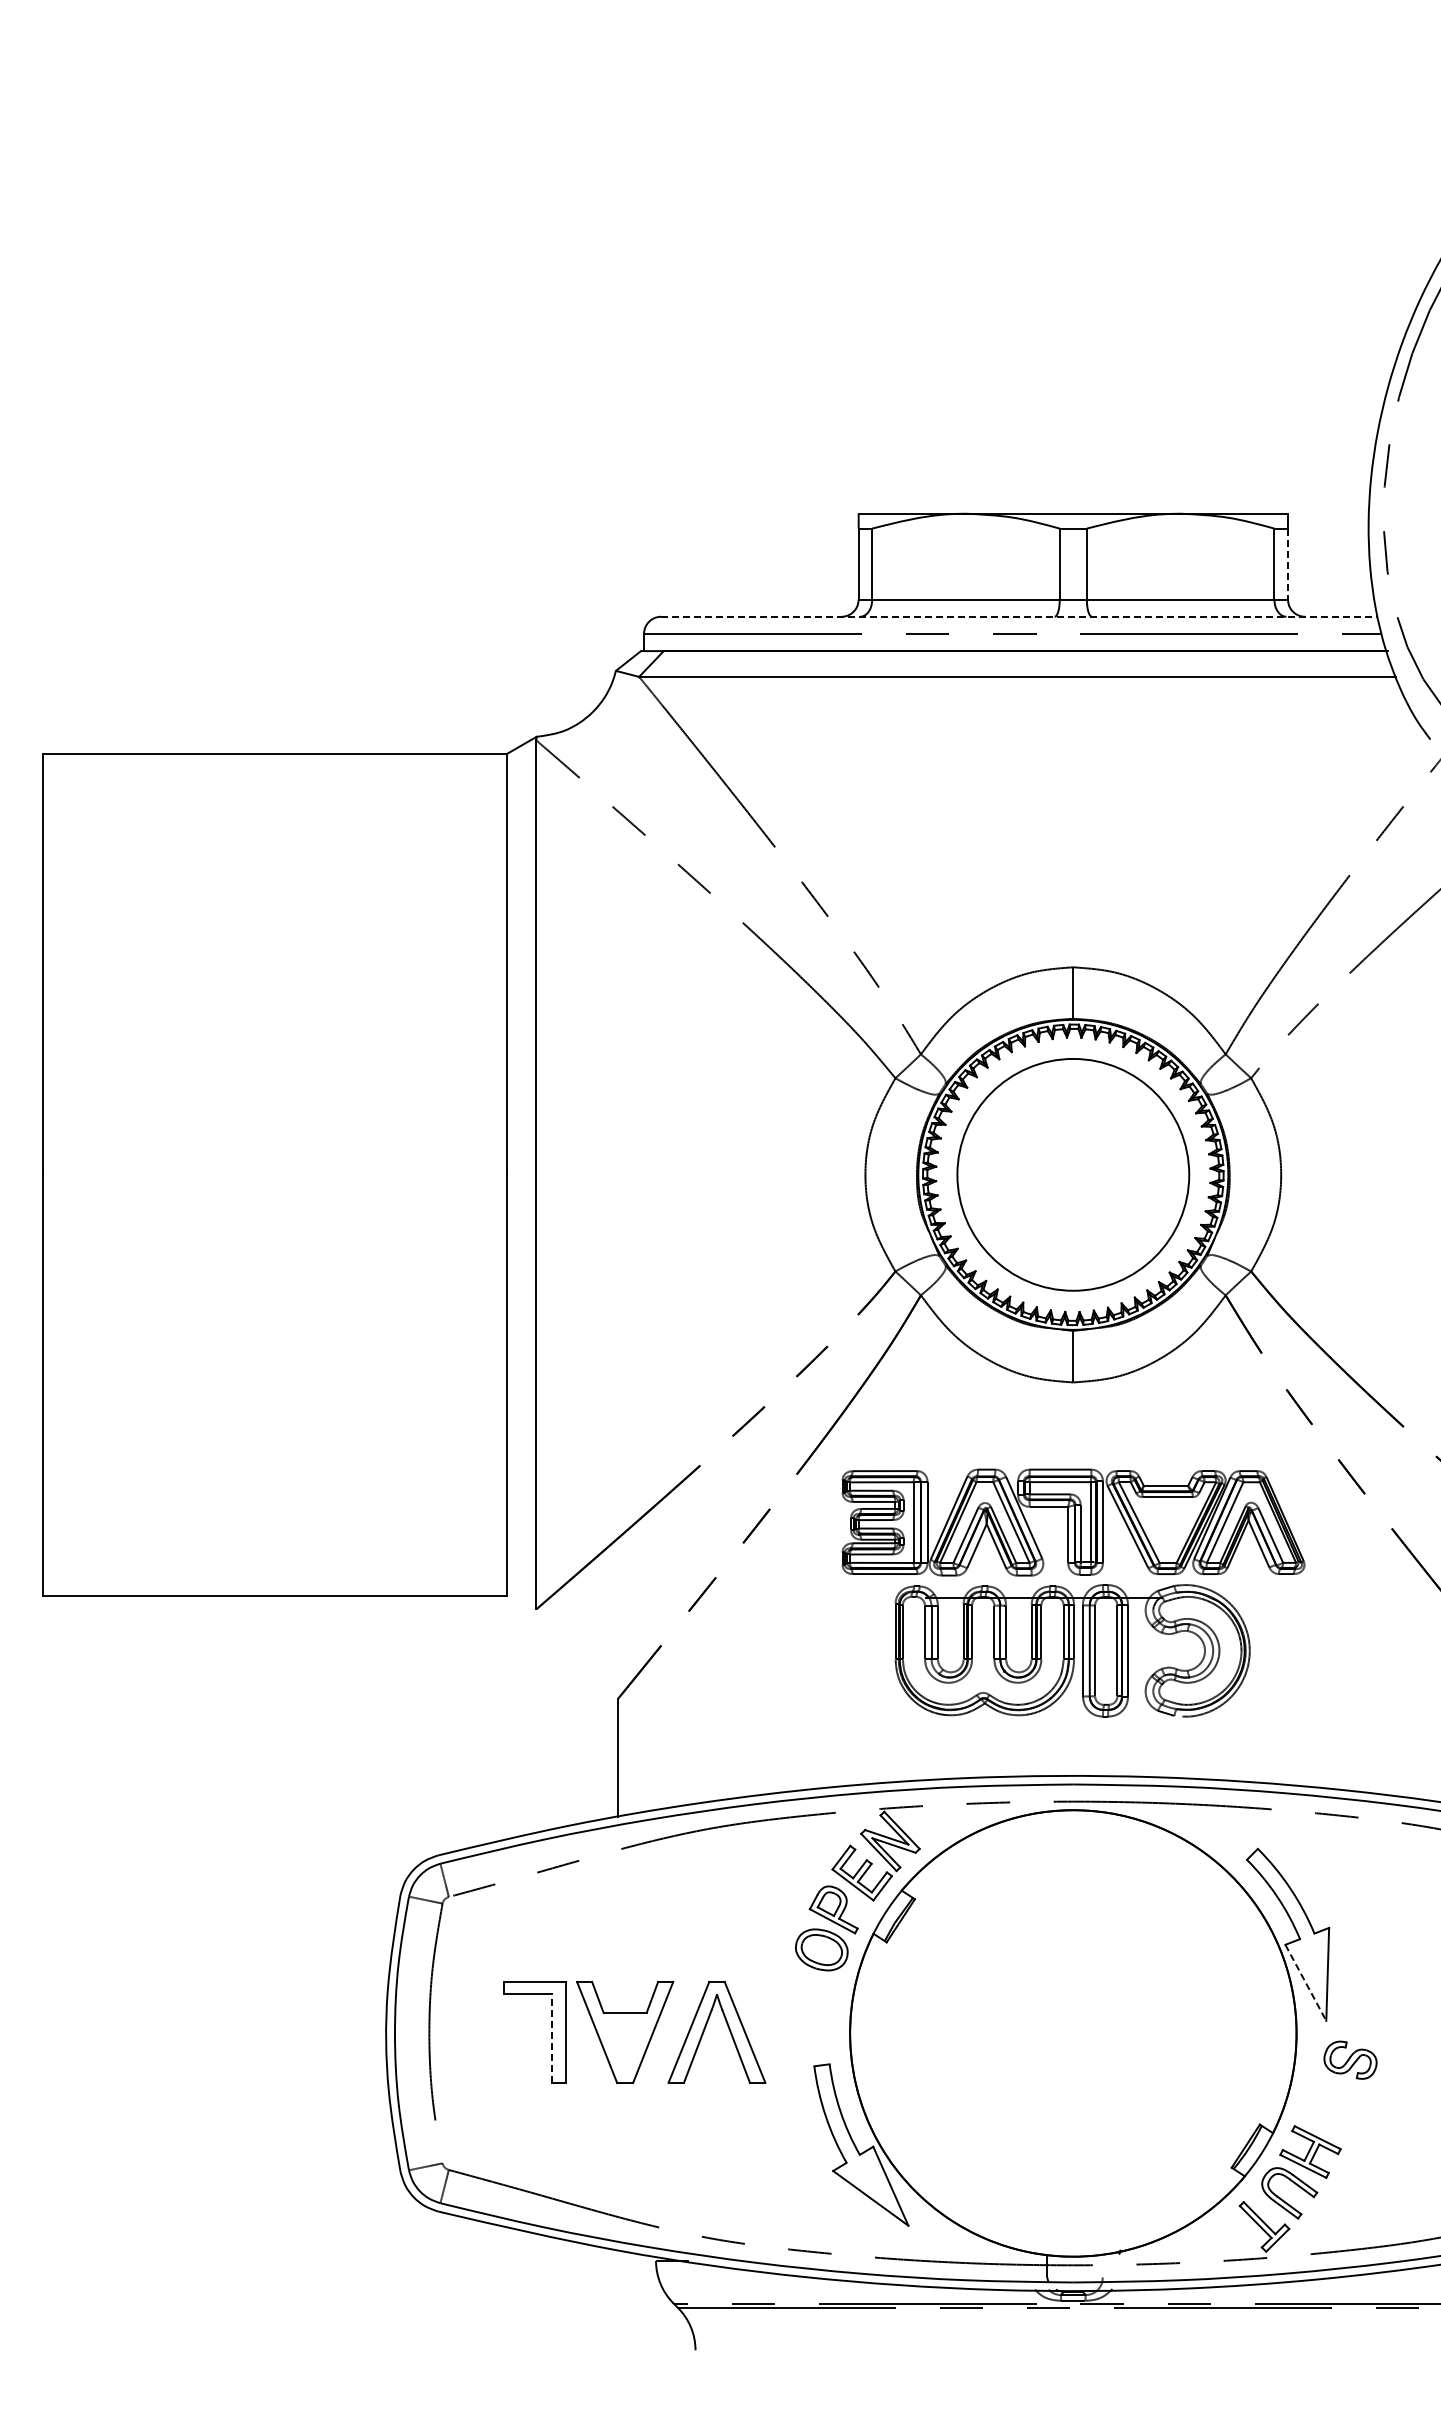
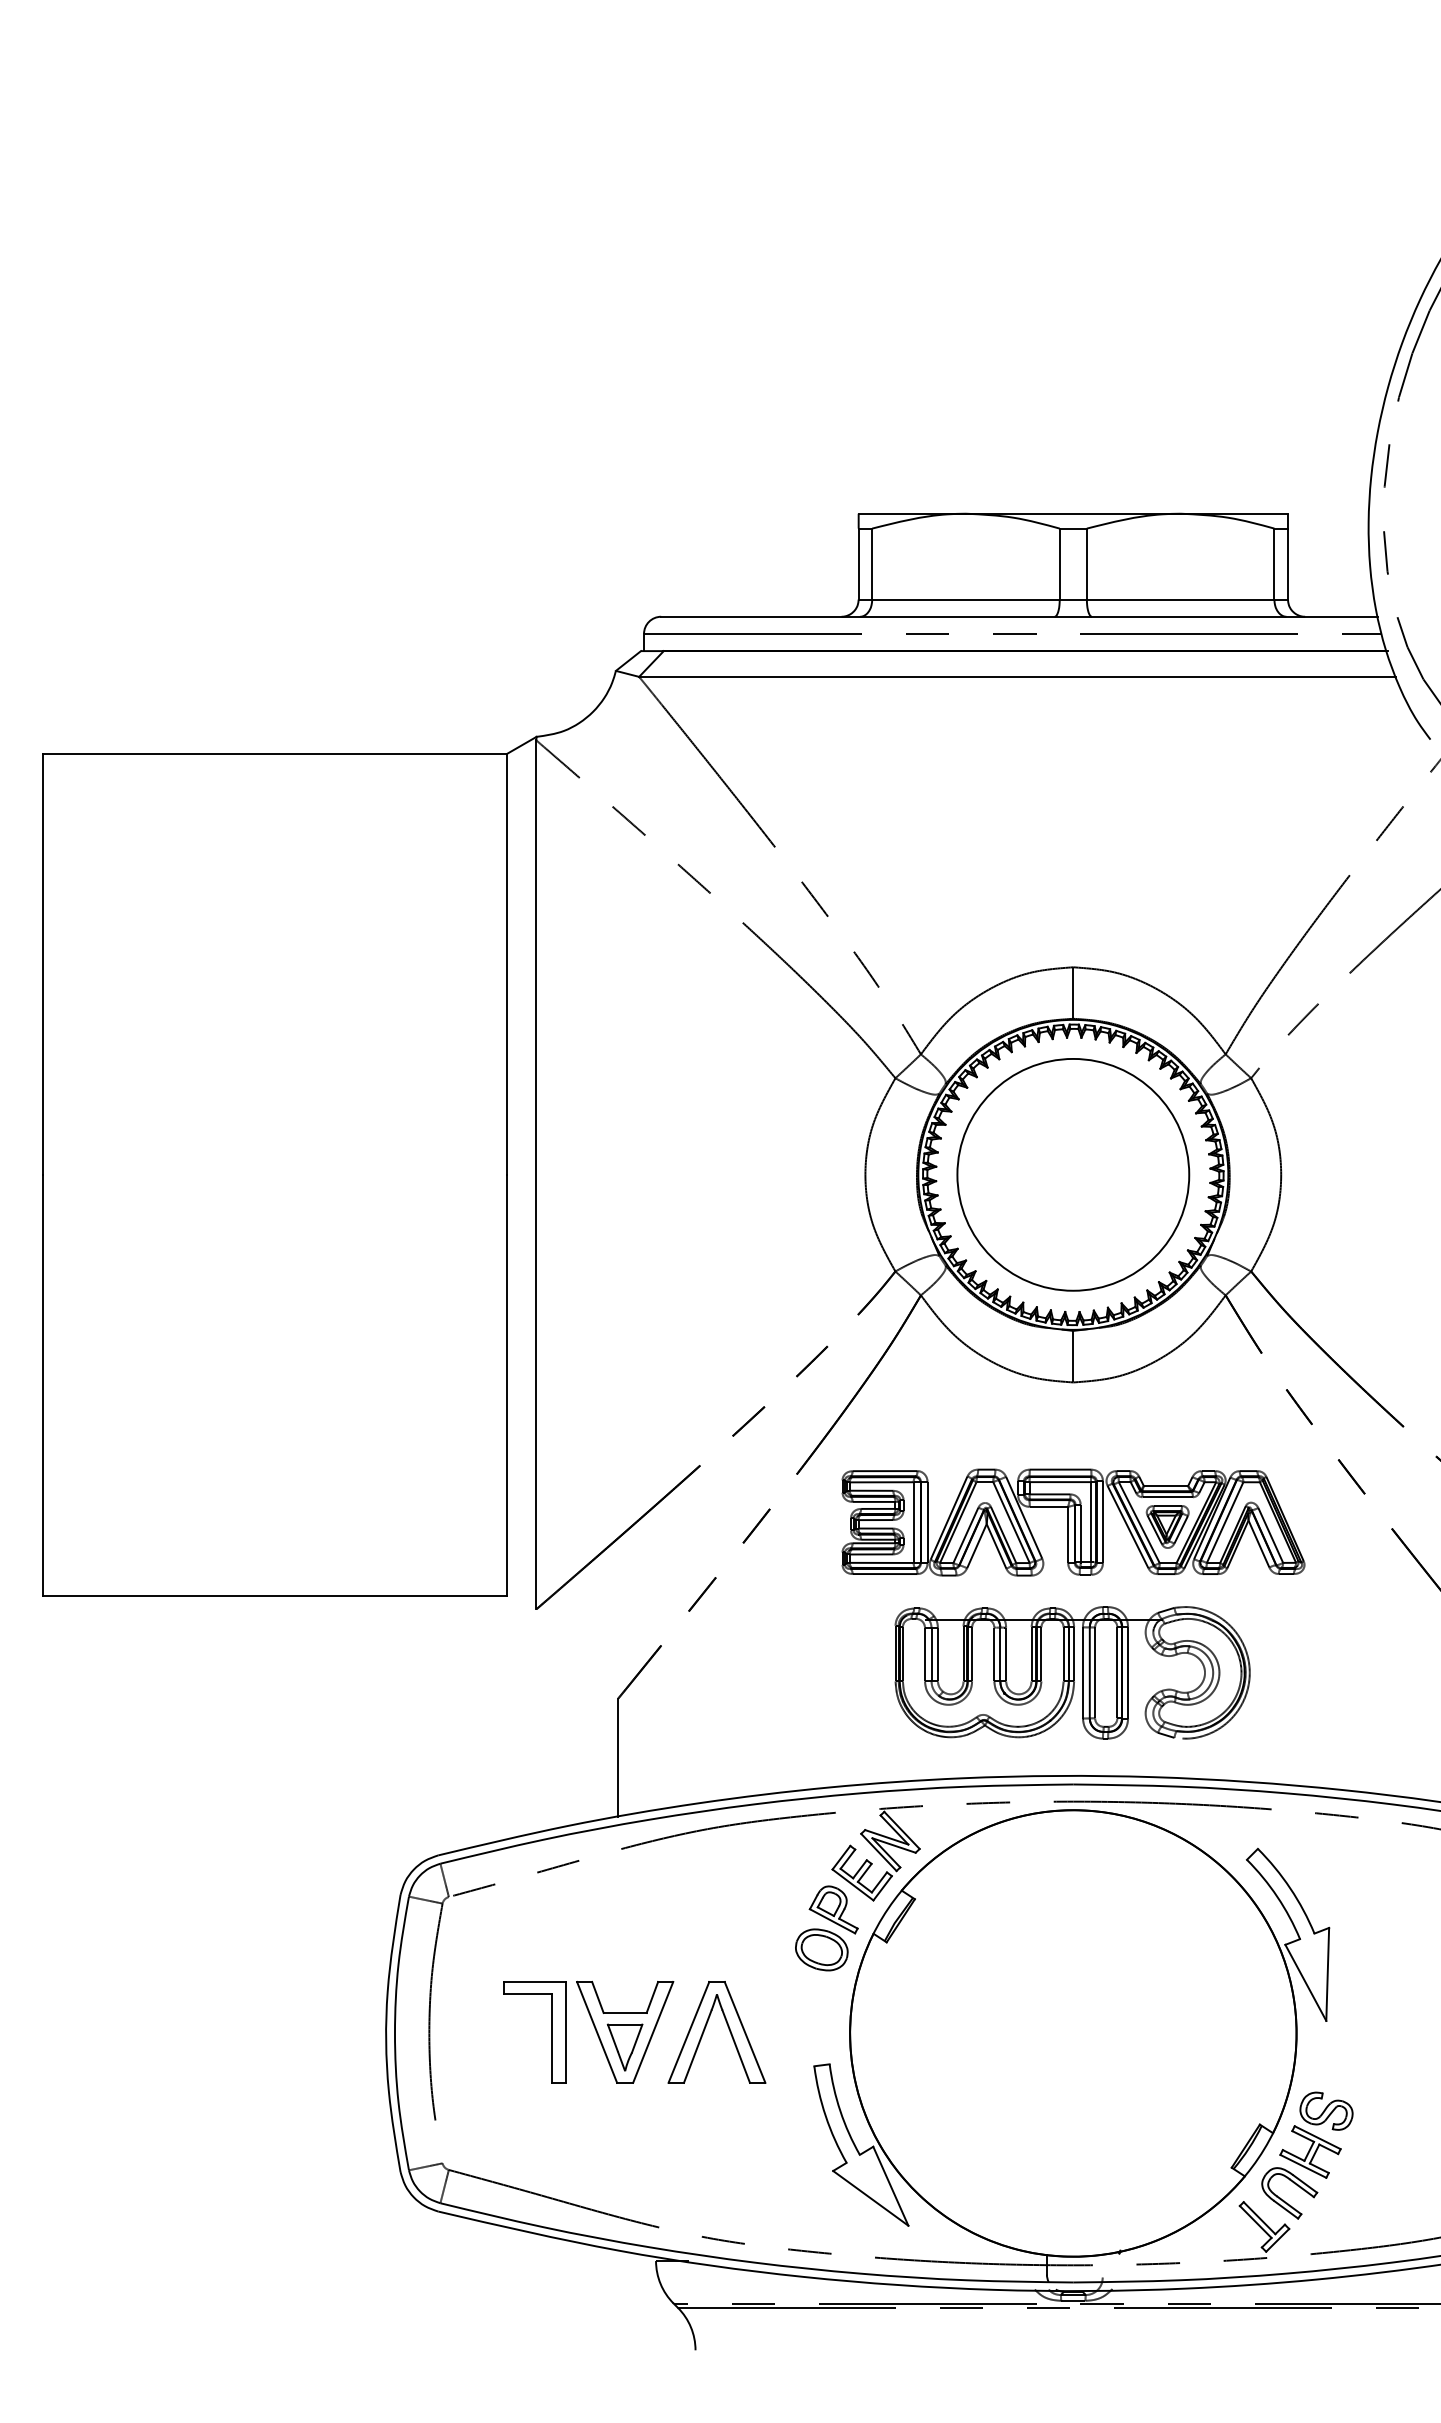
line at (1287, 564): dashed -> solid
line at (1020, 616): dashed -> solid
part at (1167, 1526): none -> present
part at (1072, 1650) position: (1072, 1650) -> (1072, 1672)
line at (1306, 1983): dashed -> solid
line at (552, 2038): dashed -> solid
part at (624, 2047): none -> present
part at (1350, 2059) position: (1350, 2059) -> (1326, 2110)
